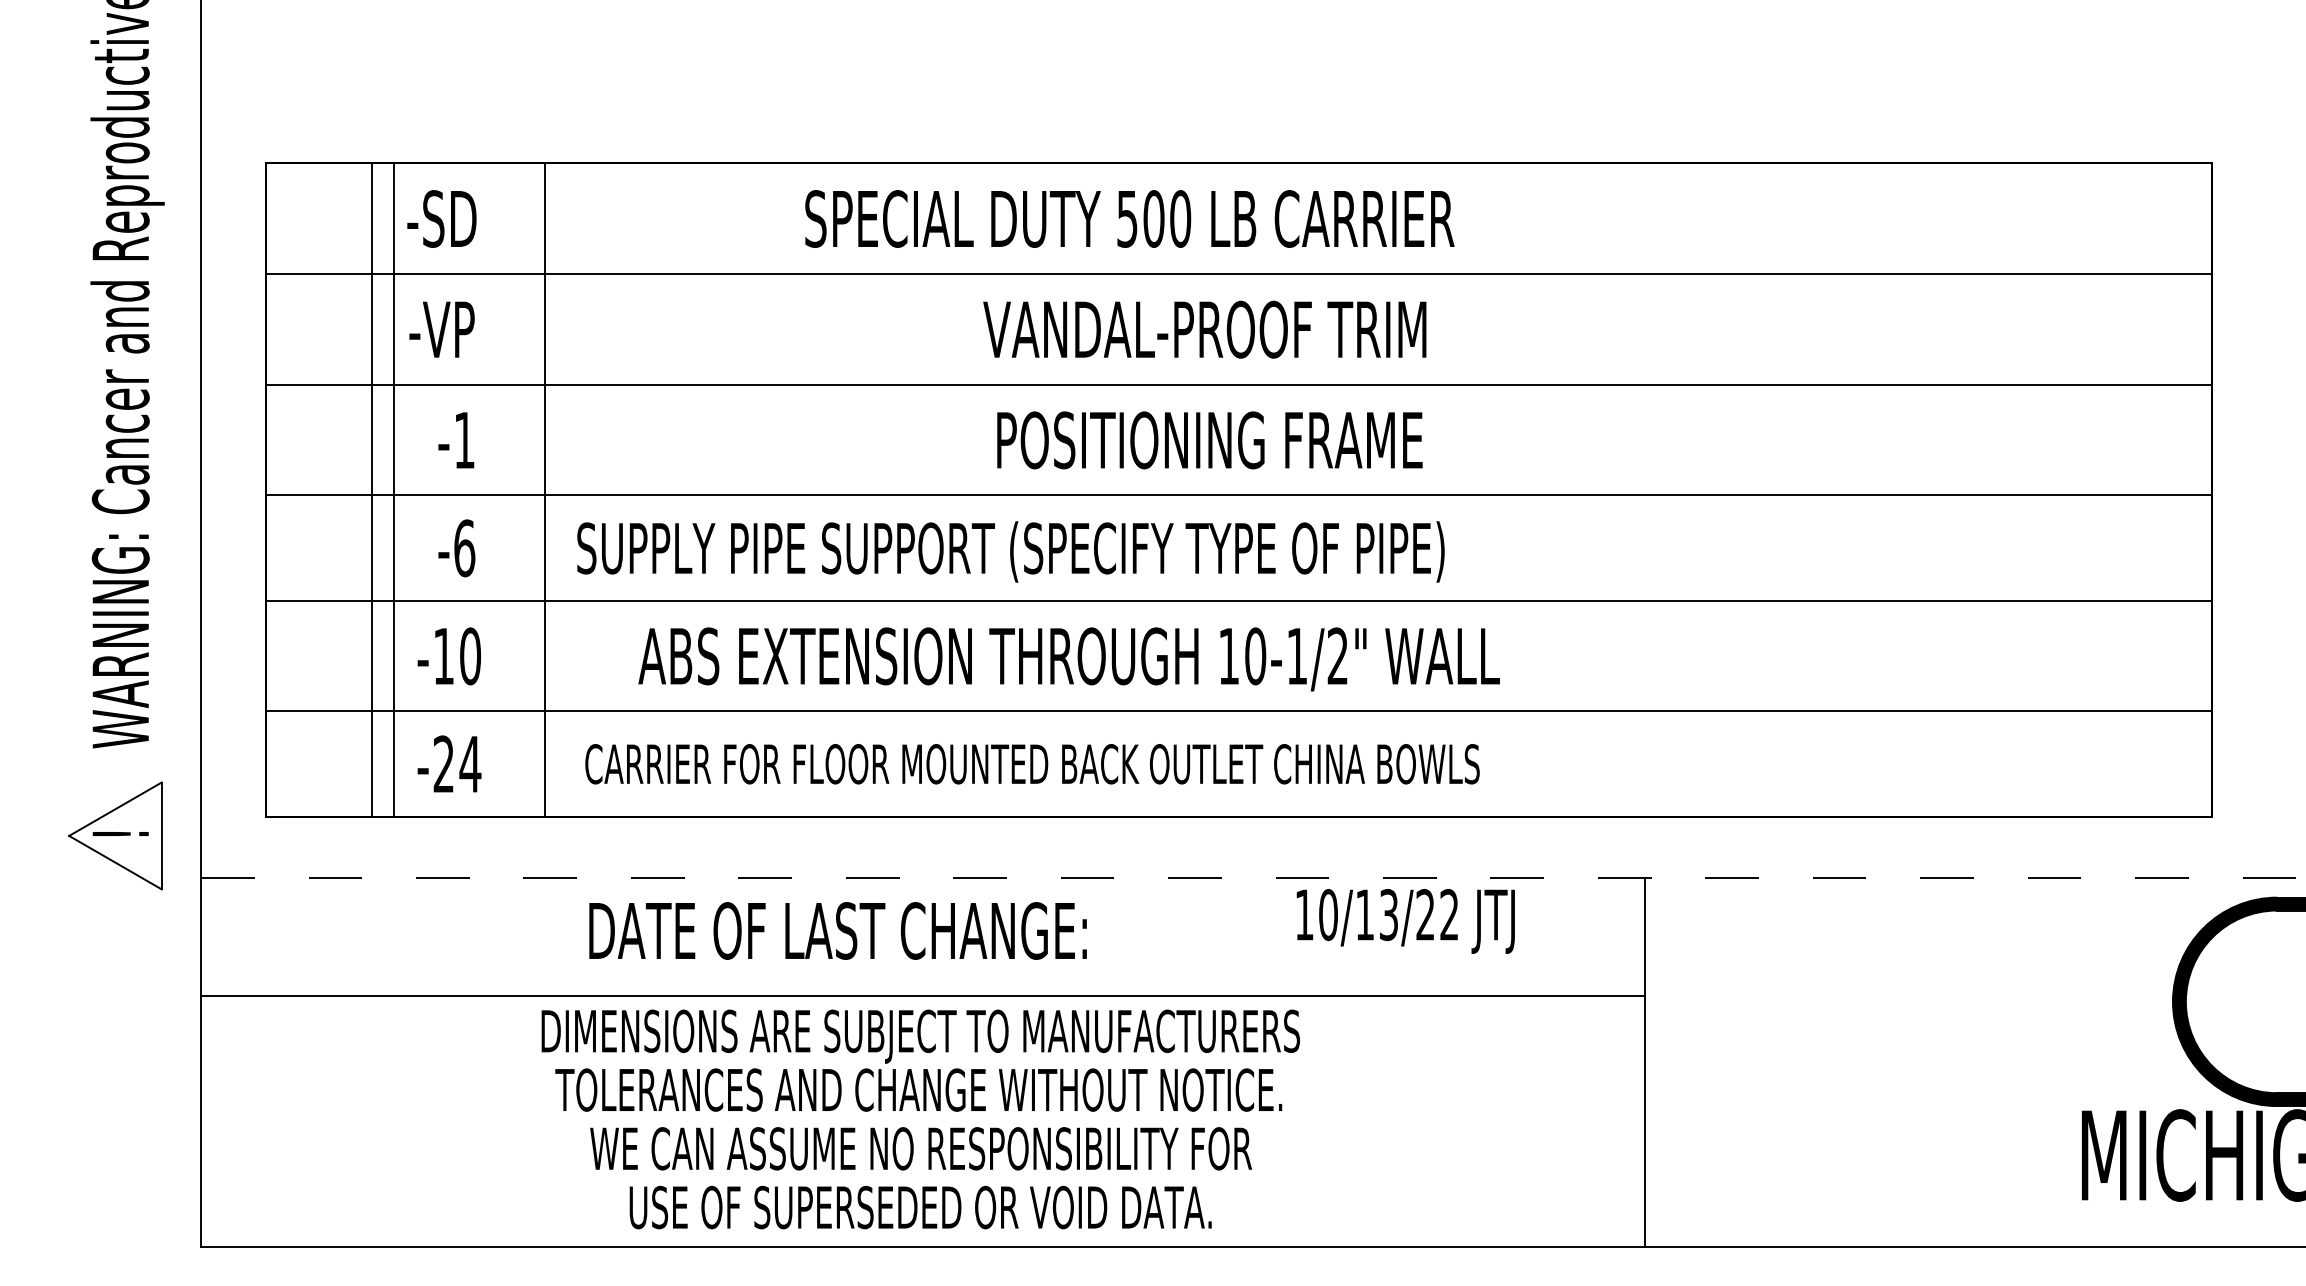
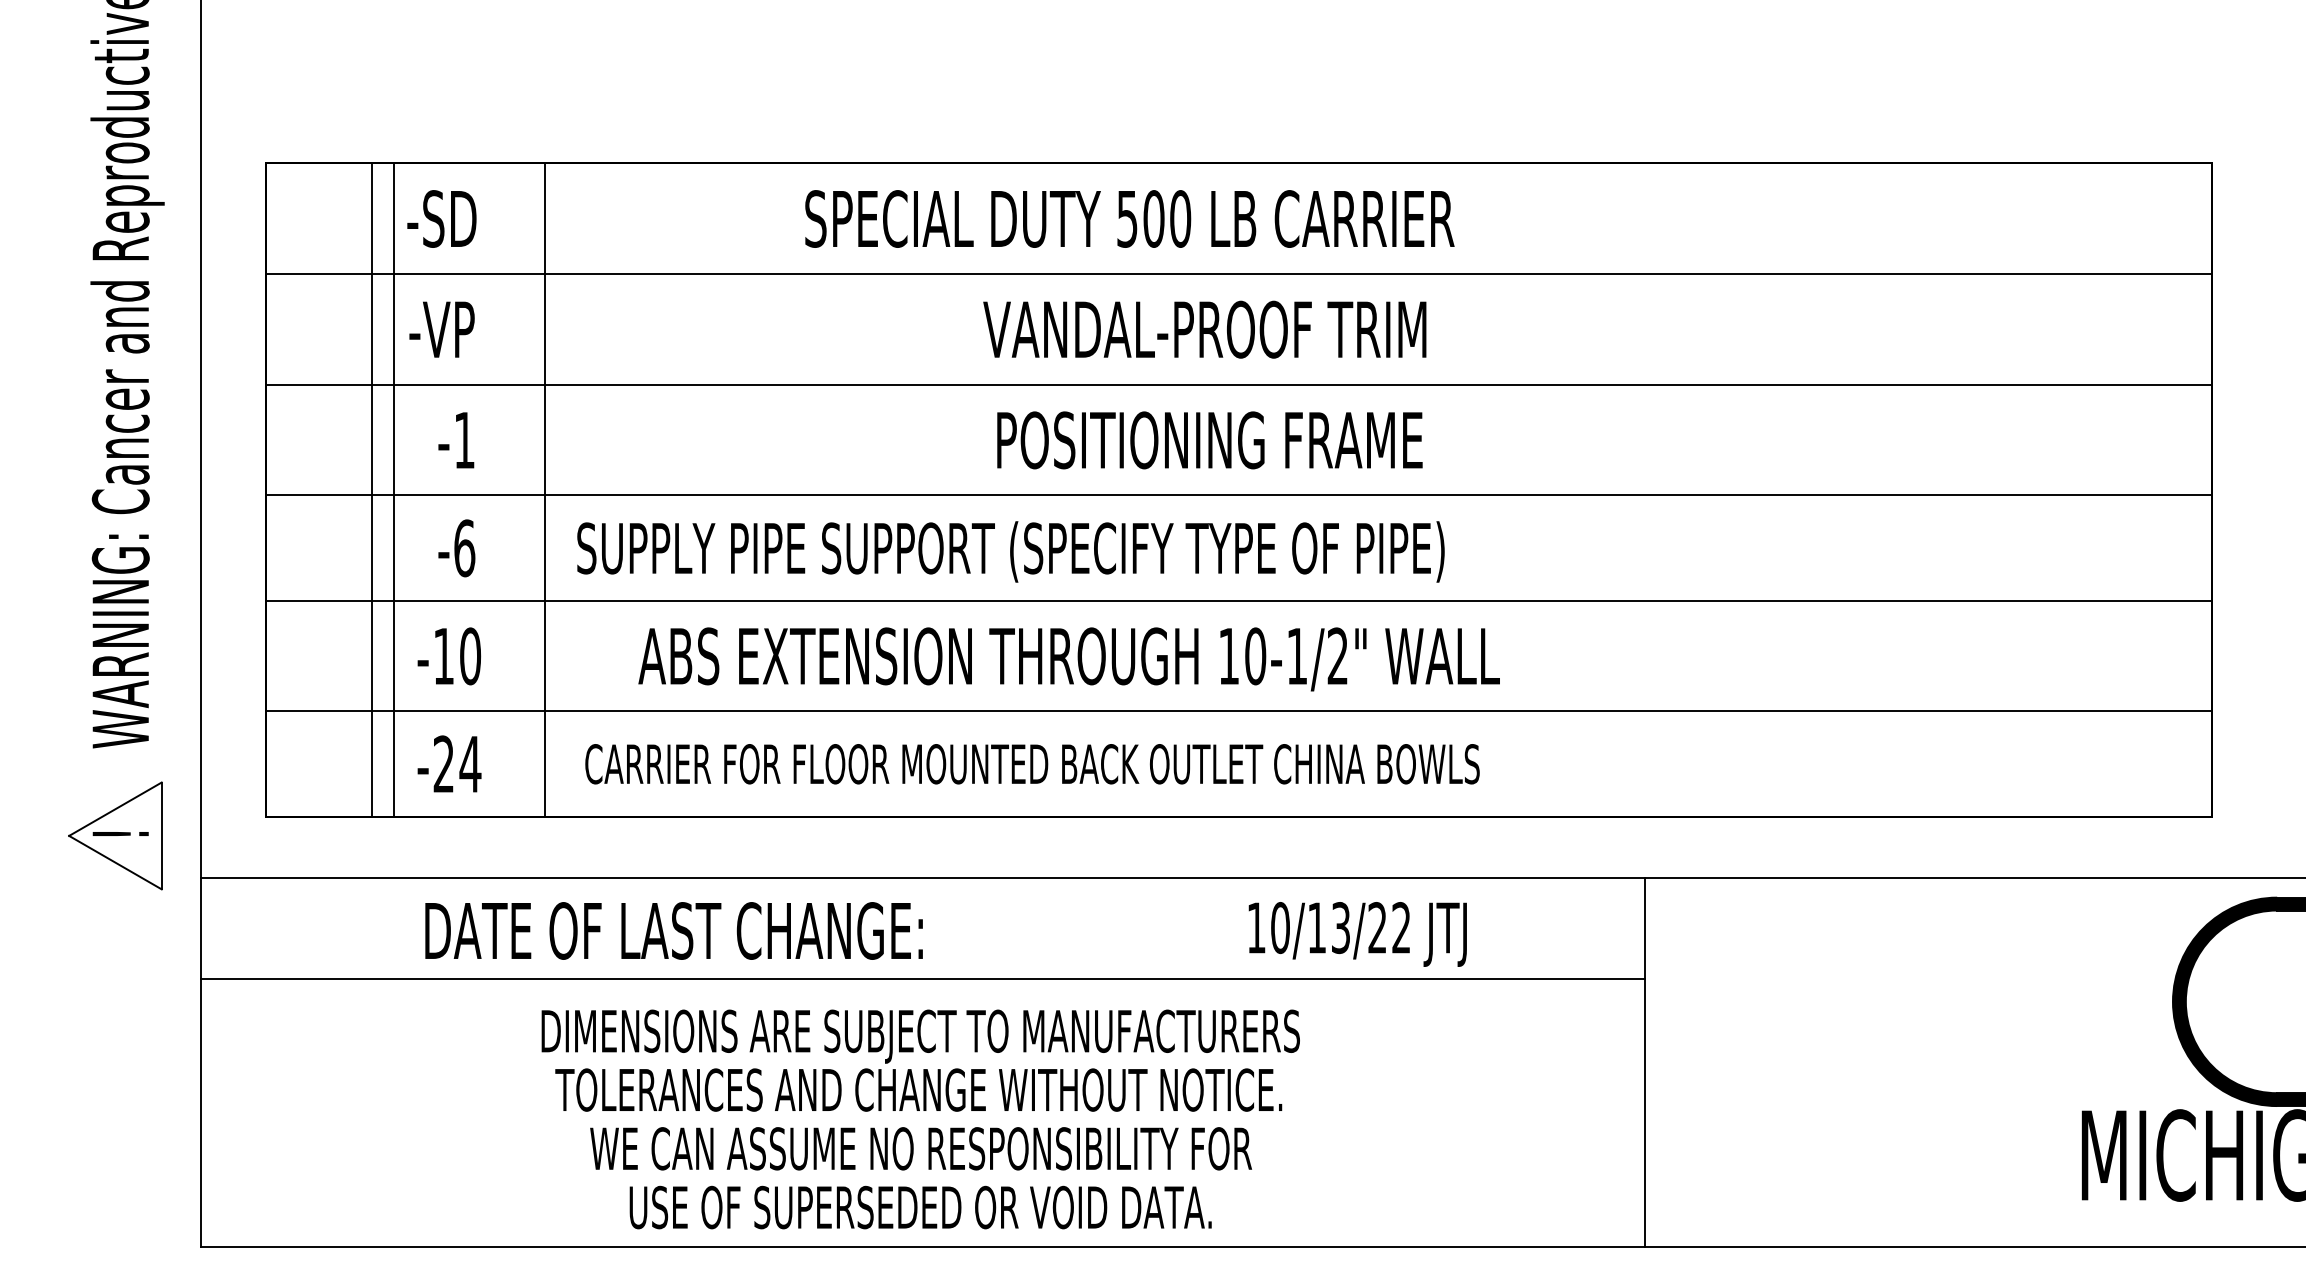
line at (1254, 878): dashed -> solid
text at (1405, 921) position: (1405, 921) -> (1357, 934)
text at (837, 930) position: (837, 930) -> (673, 930)
line at (922, 995) position: (922, 995) -> (922, 978)
